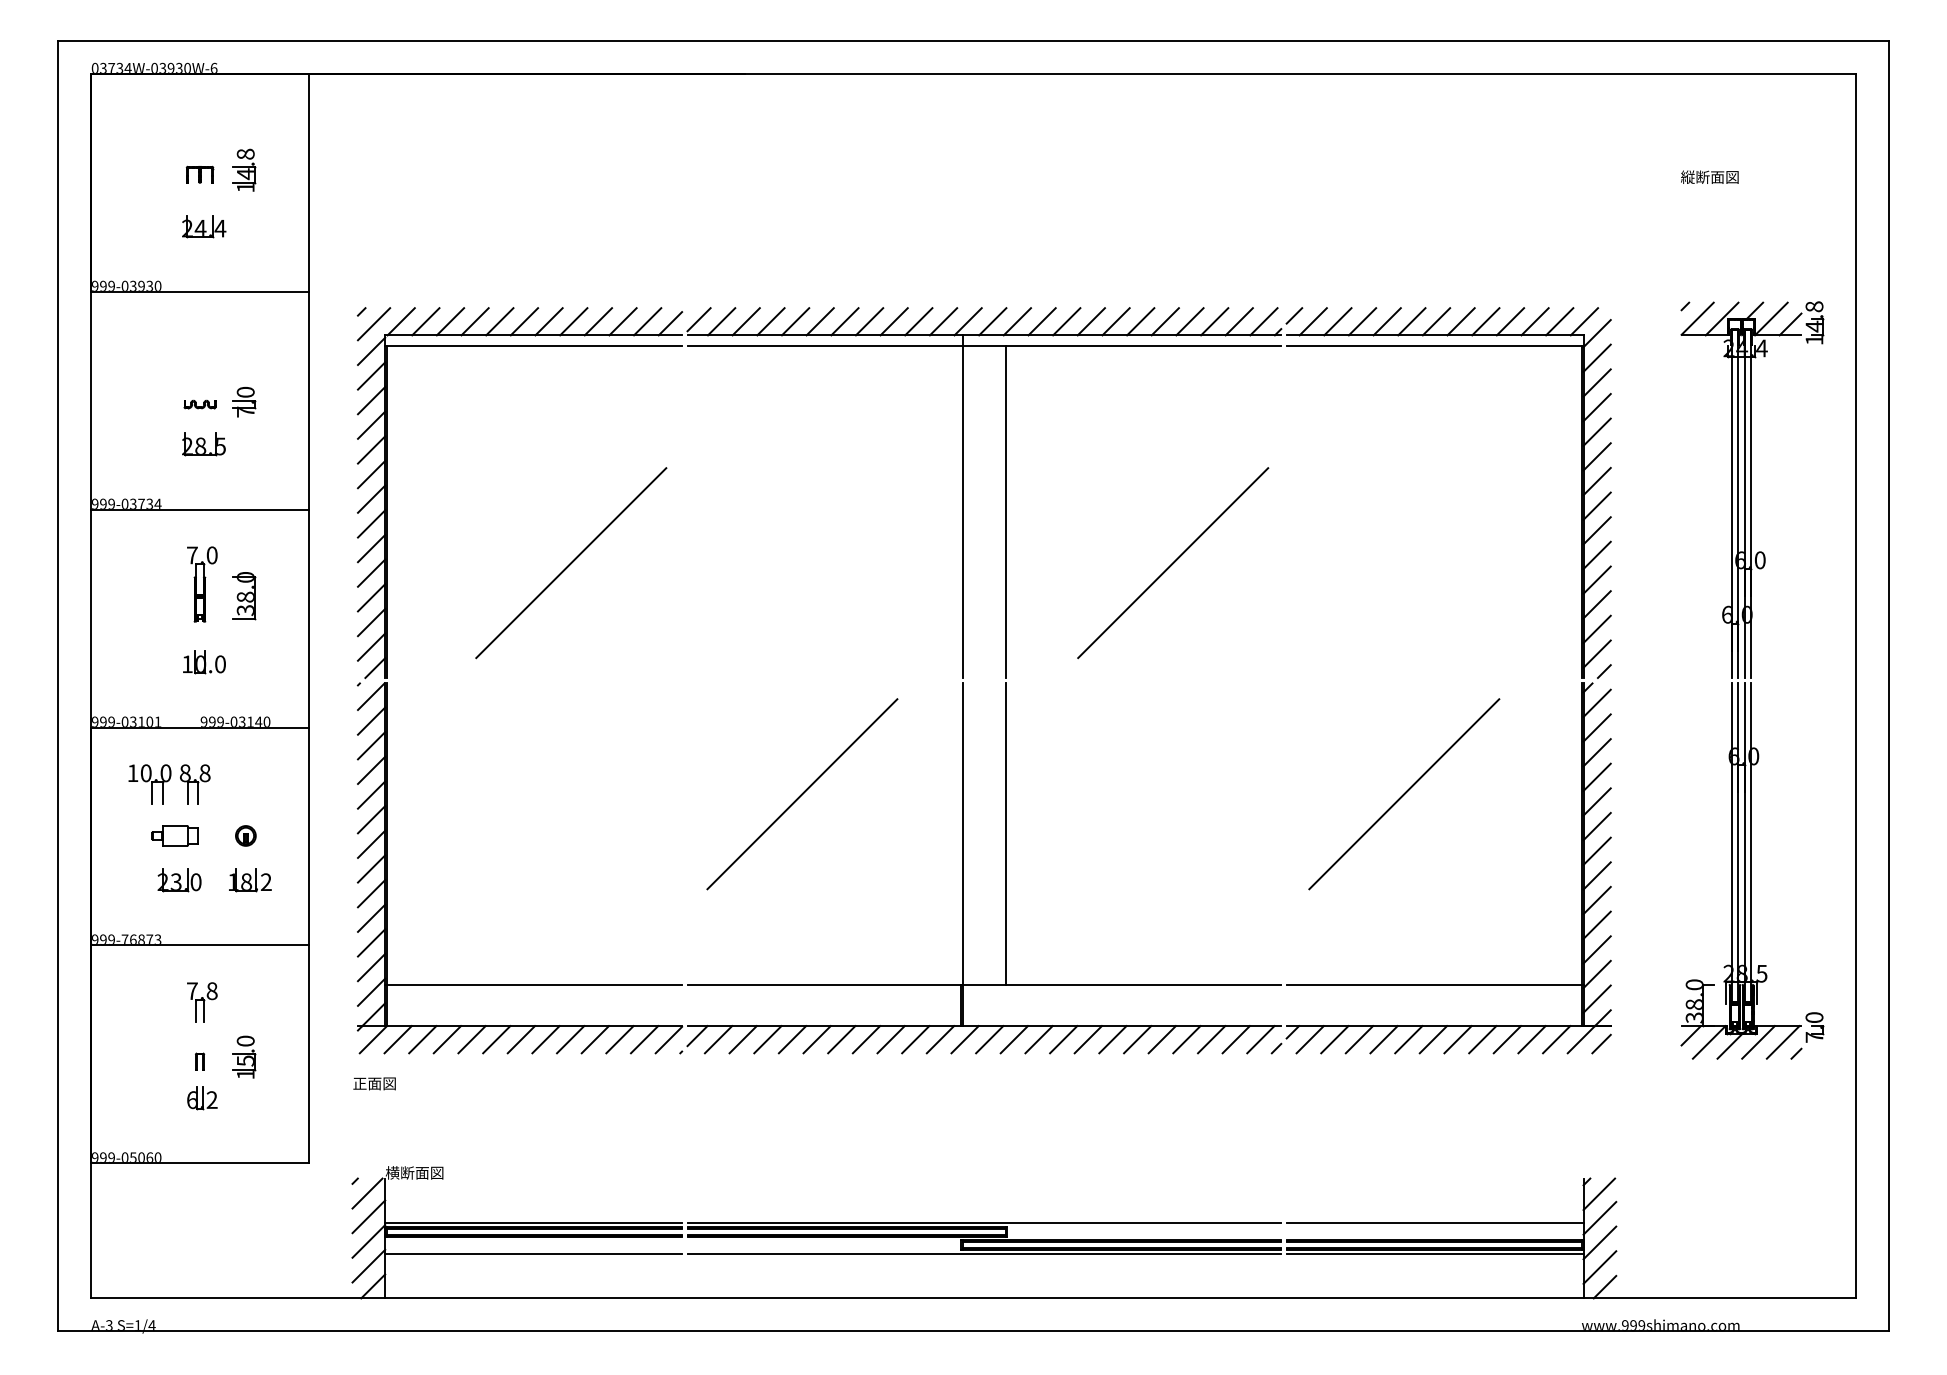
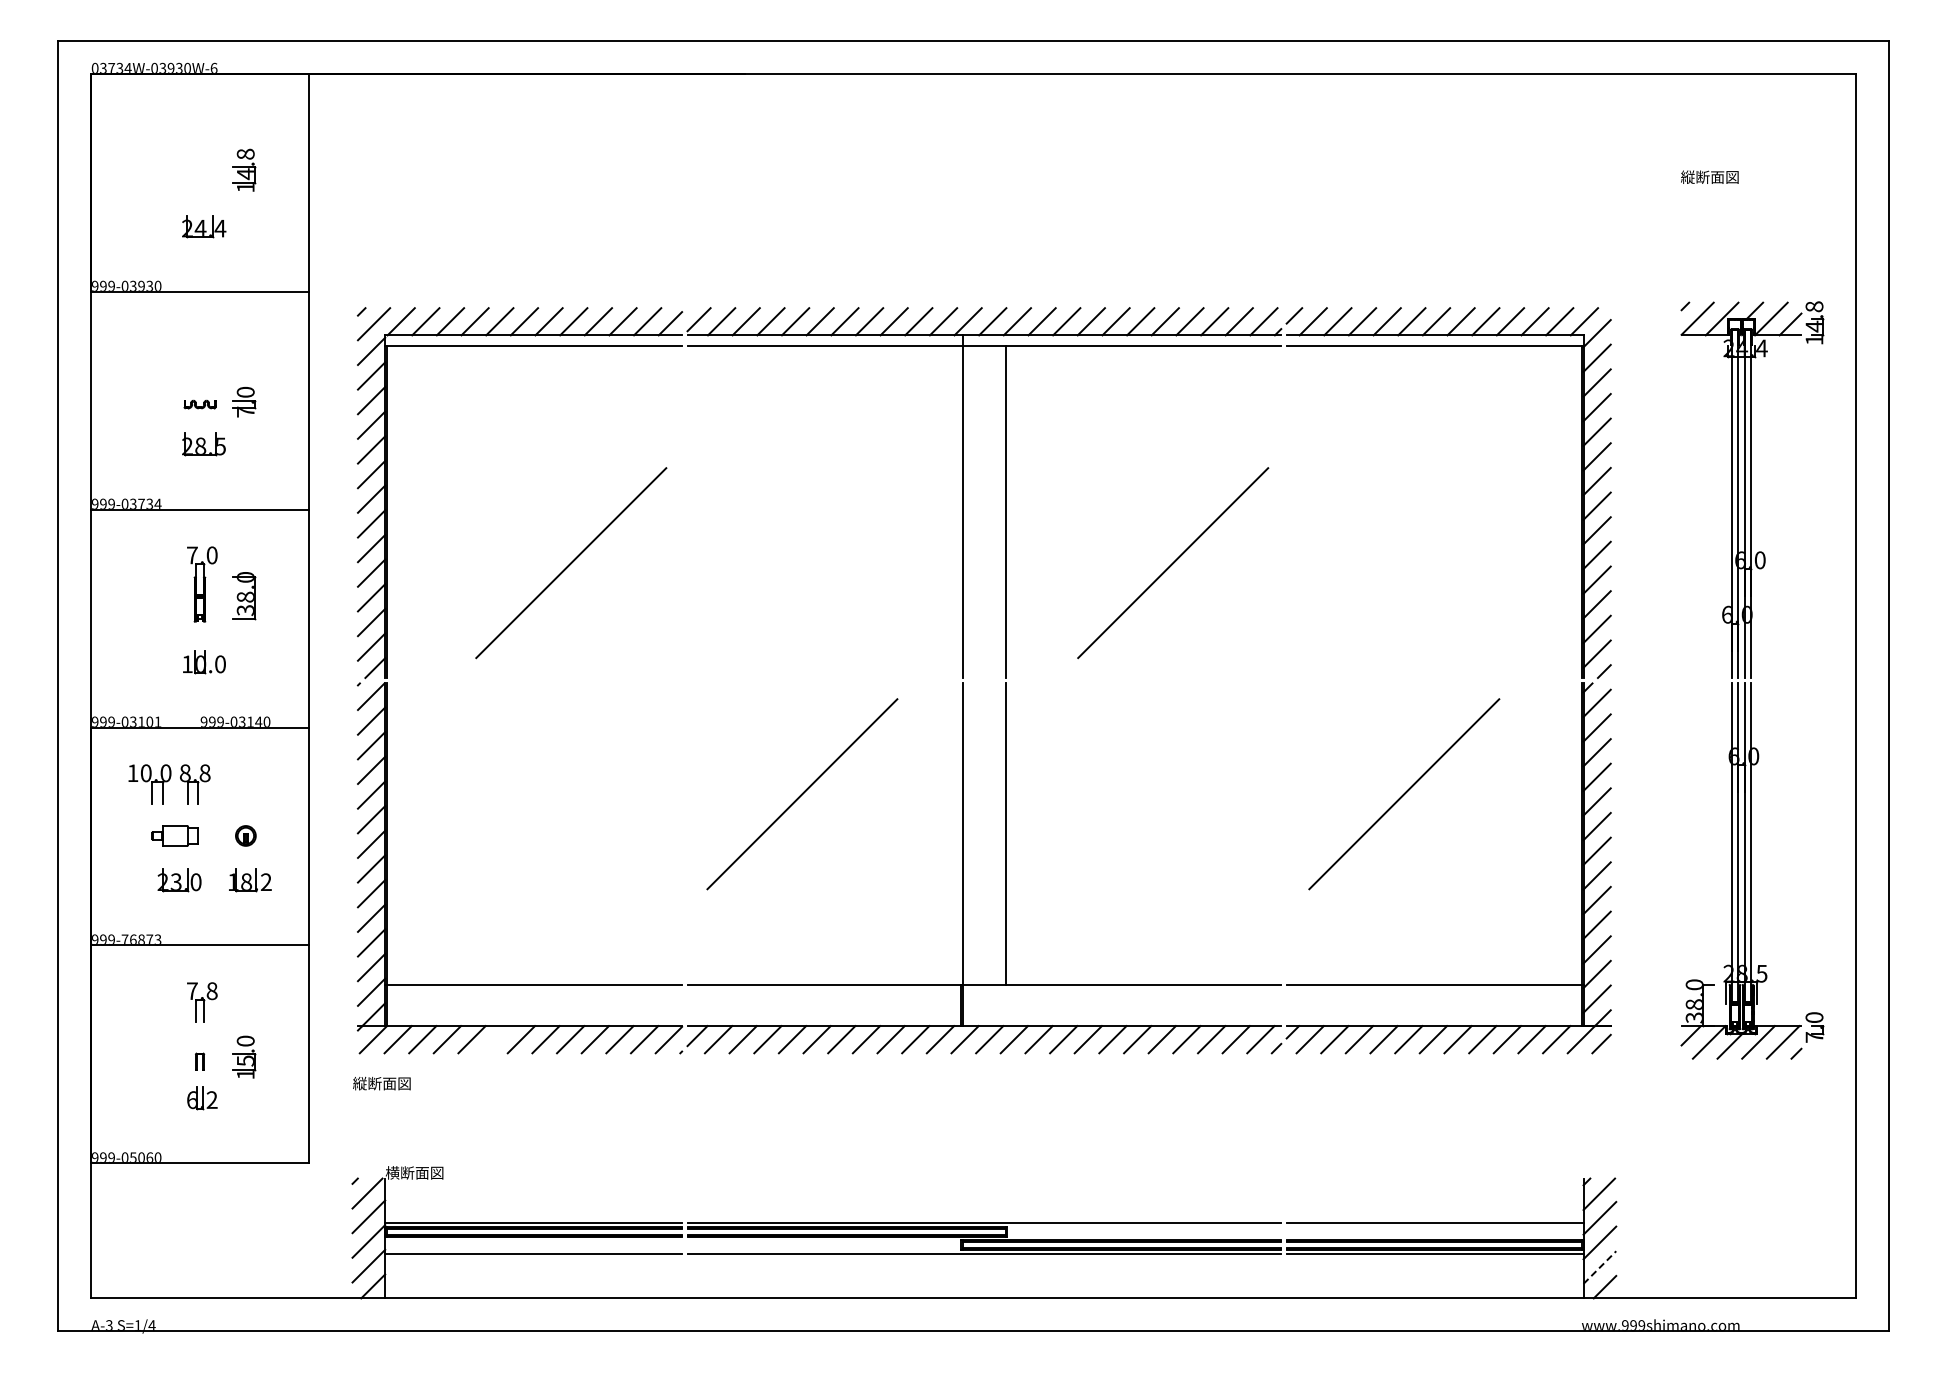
part at (199, 174): present -> none
line at (496, 1039): present -> none
text at (381, 1083): 正面図 -> 縦断面図
line at (1600, 1267): solid -> dashed
